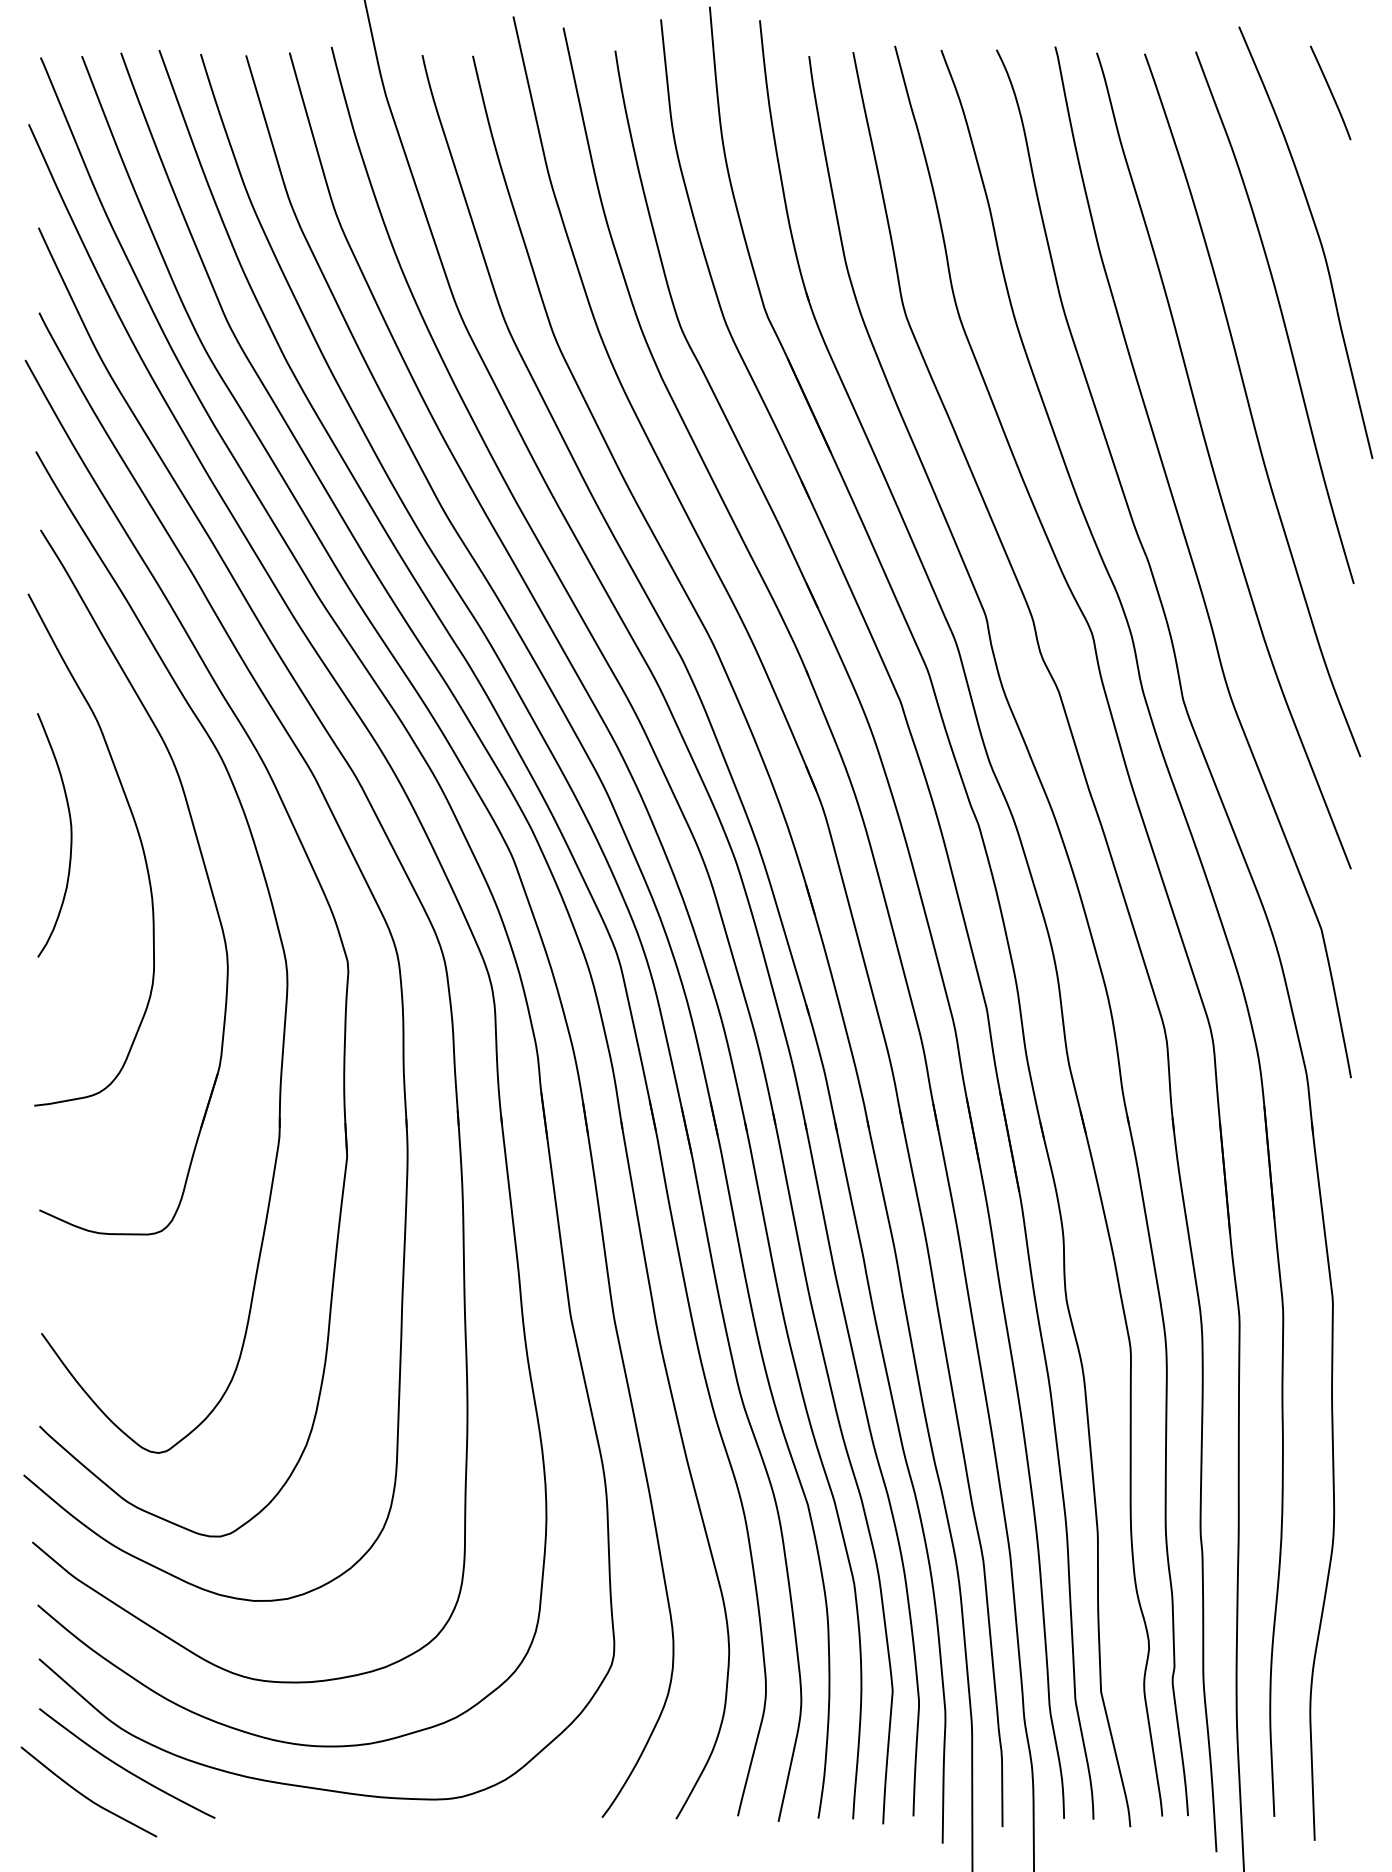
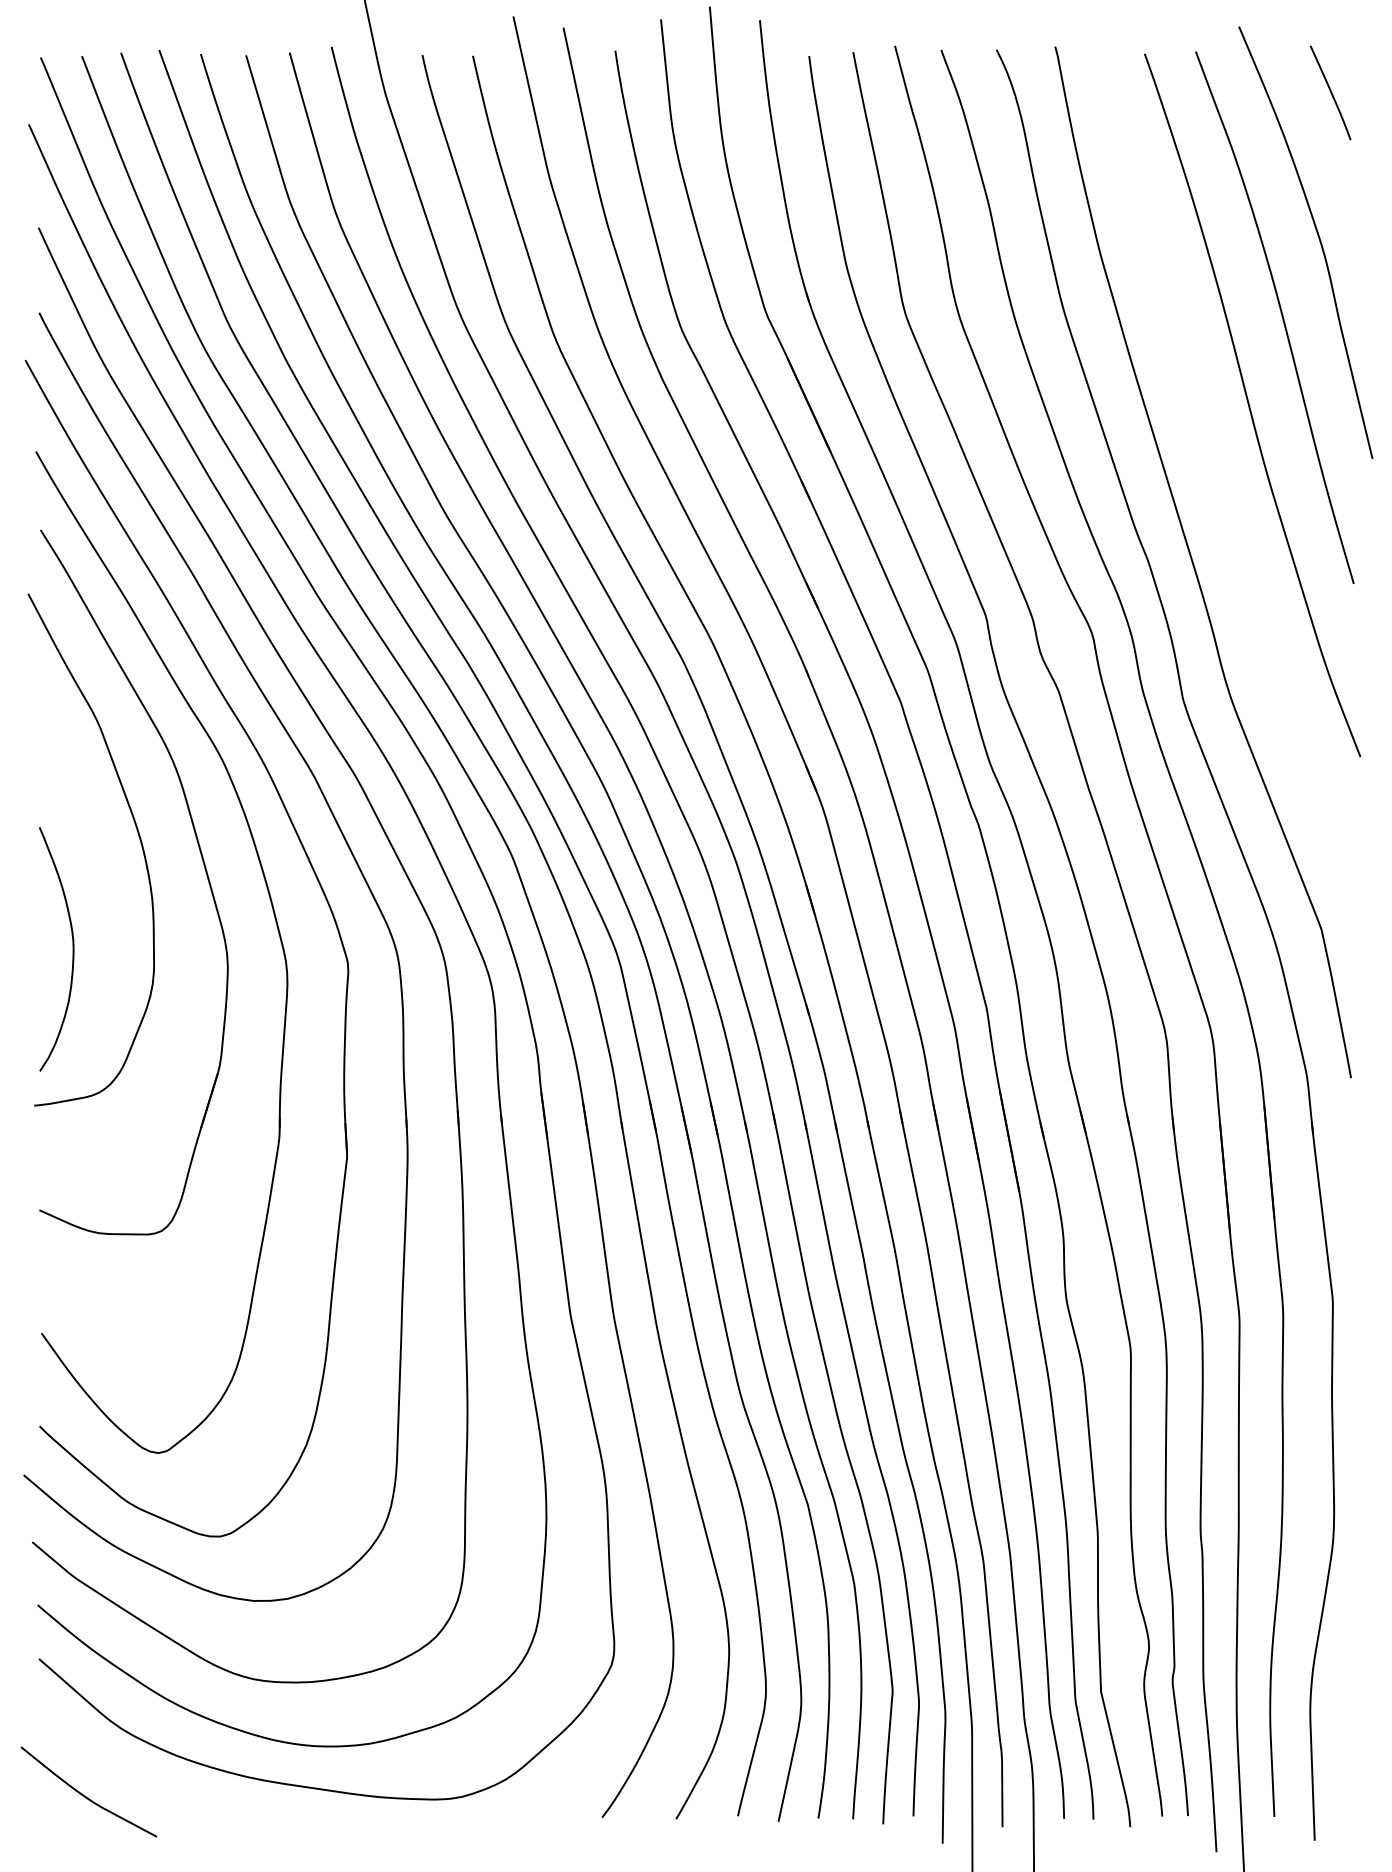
curve at (1212, 463): present -> none
curve at (70, 835) position: (70, 835) -> (72, 949)
curve at (125, 1768): present -> none
